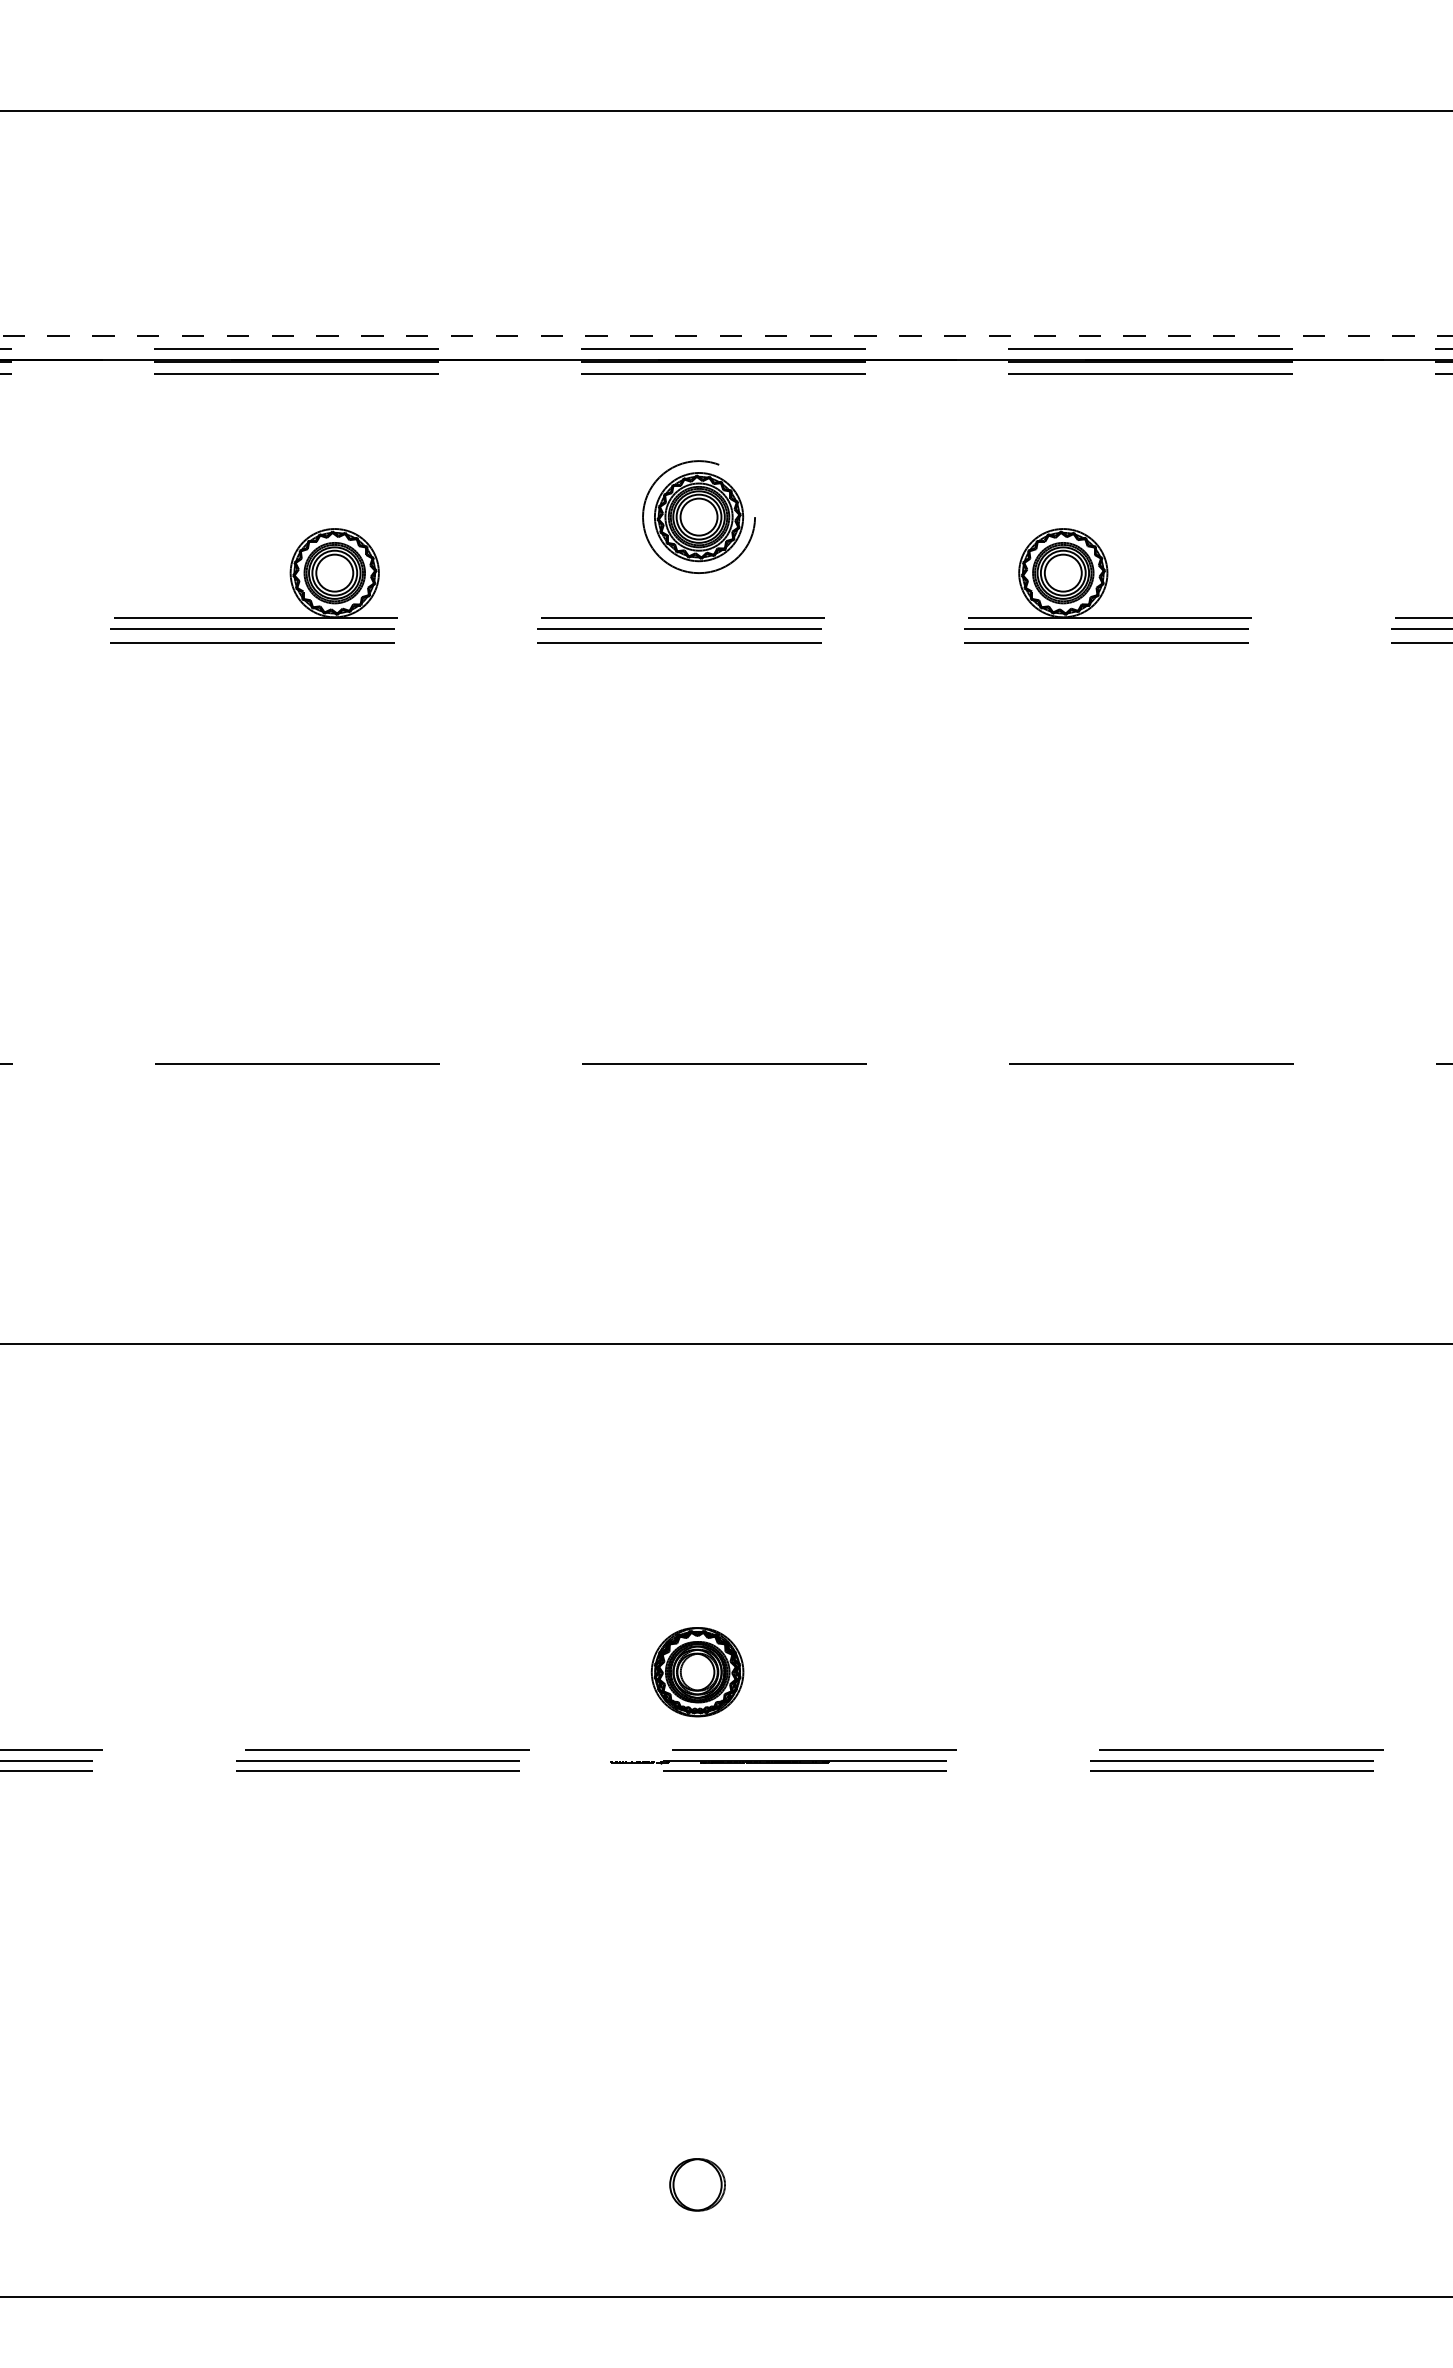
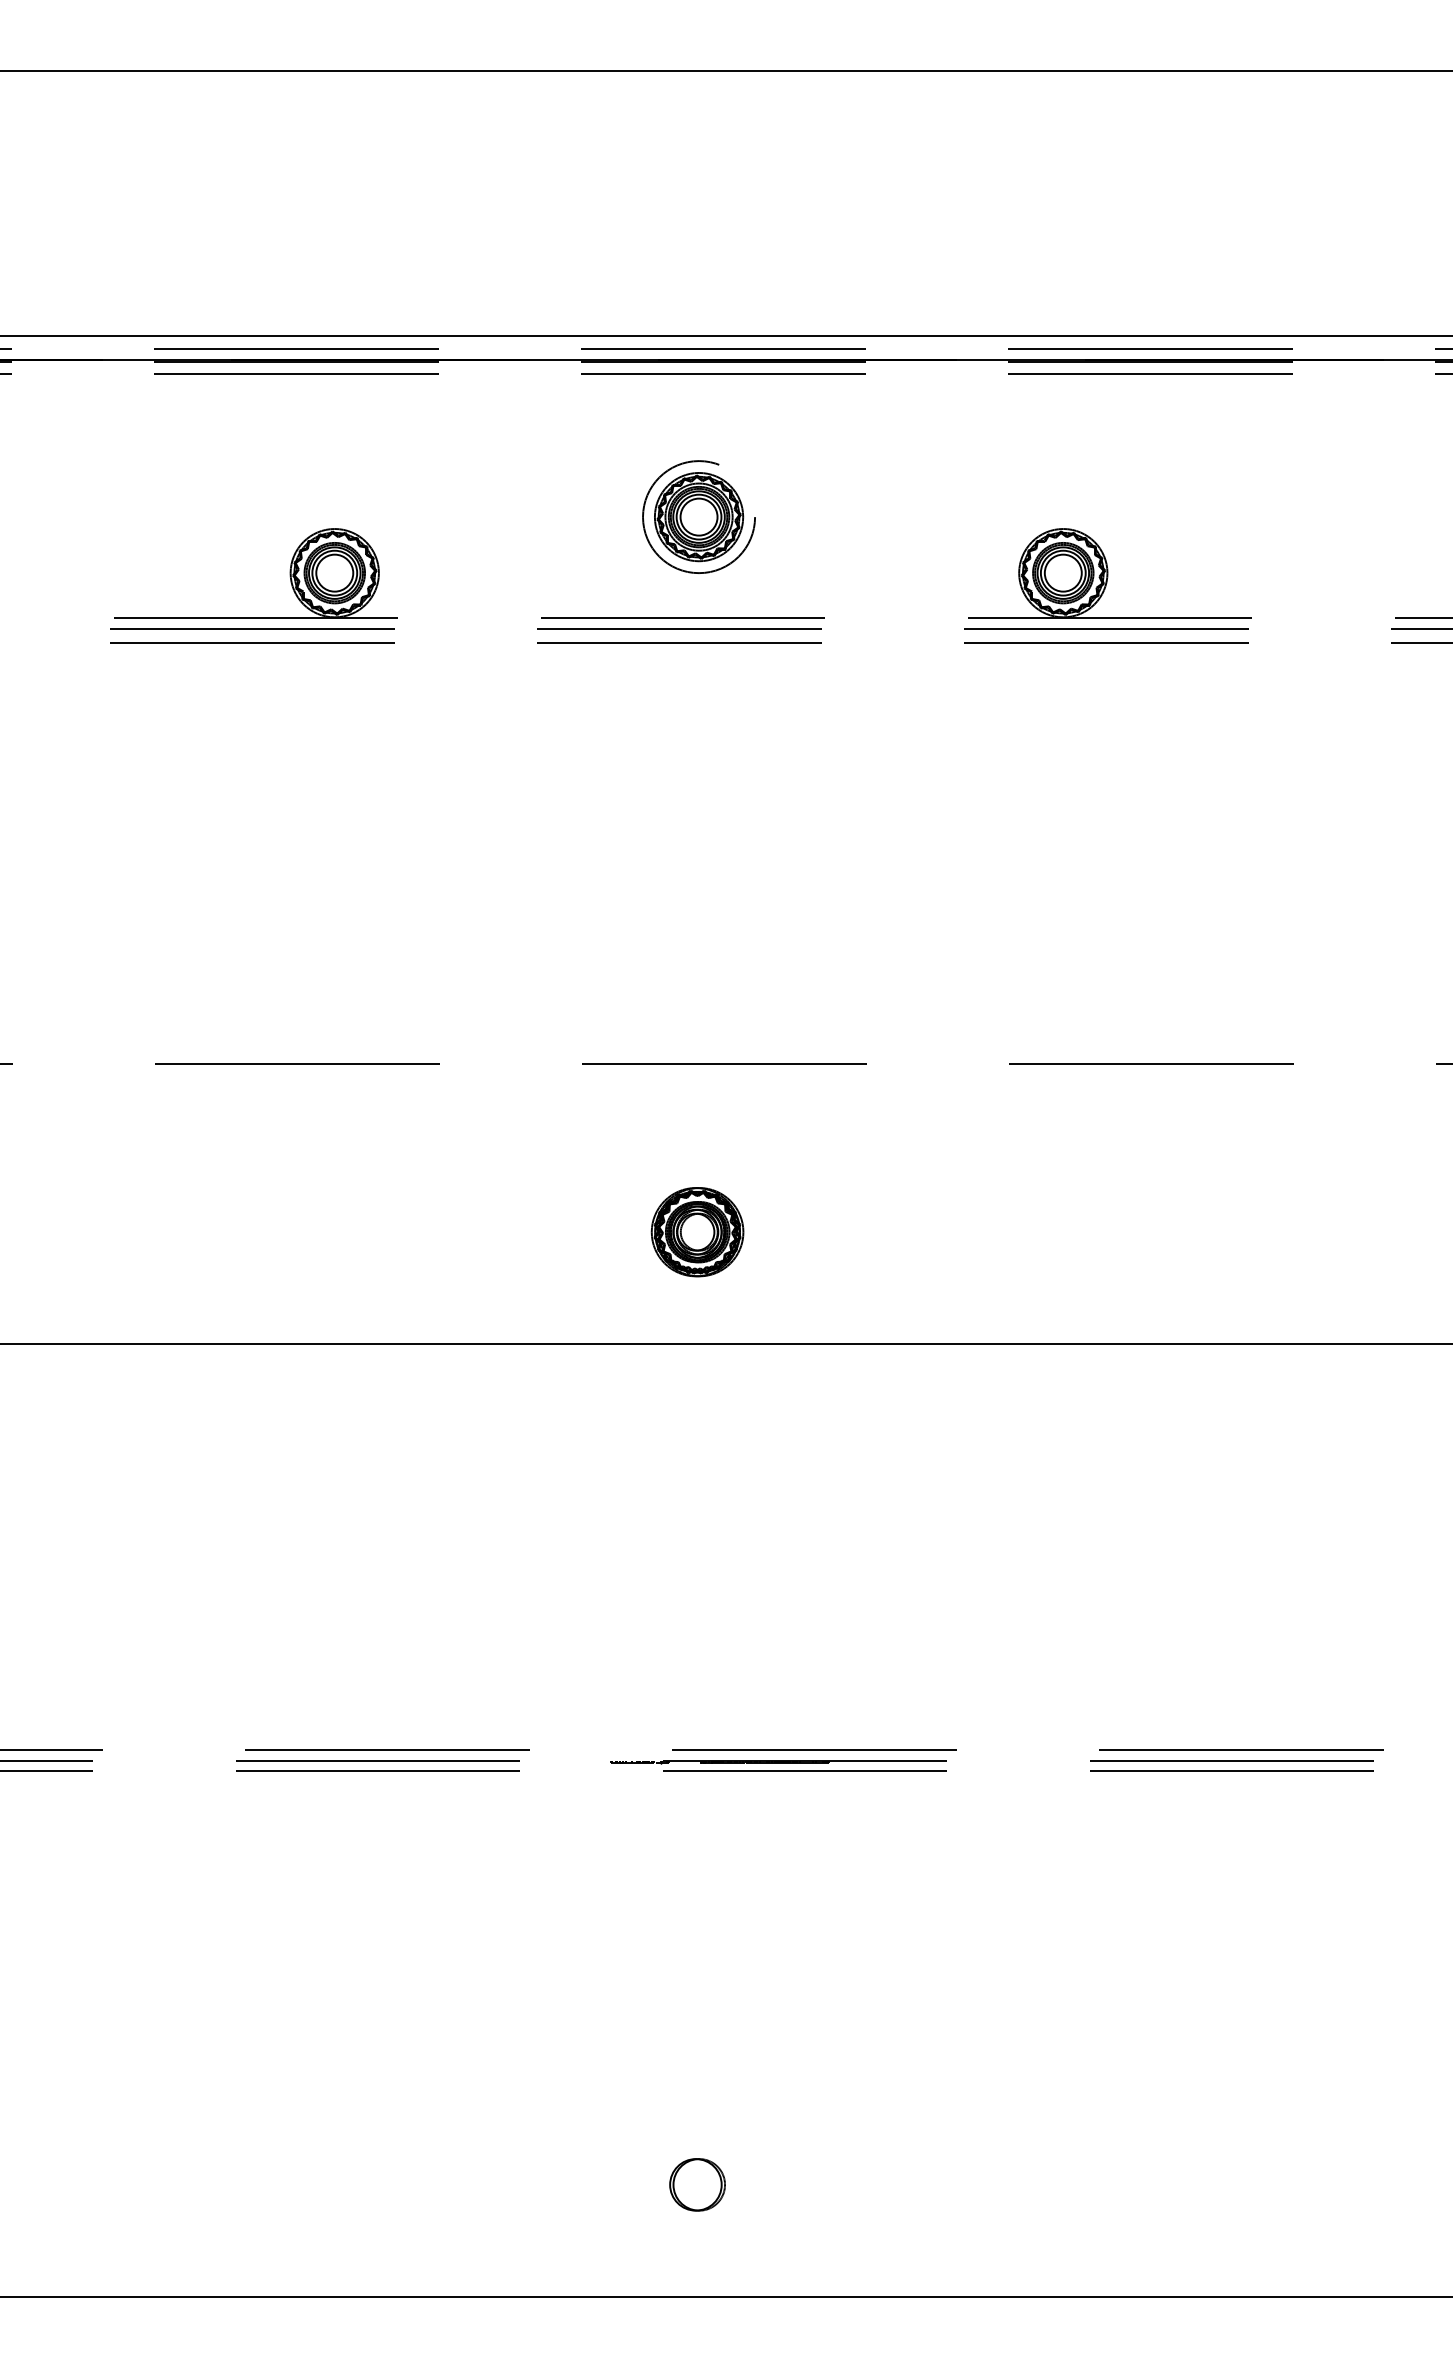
line at (725, 111) position: (725, 111) -> (725, 71)
line at (726, 335): dashed -> solid
part at (697, 1672) position: (697, 1672) -> (697, 1232)
